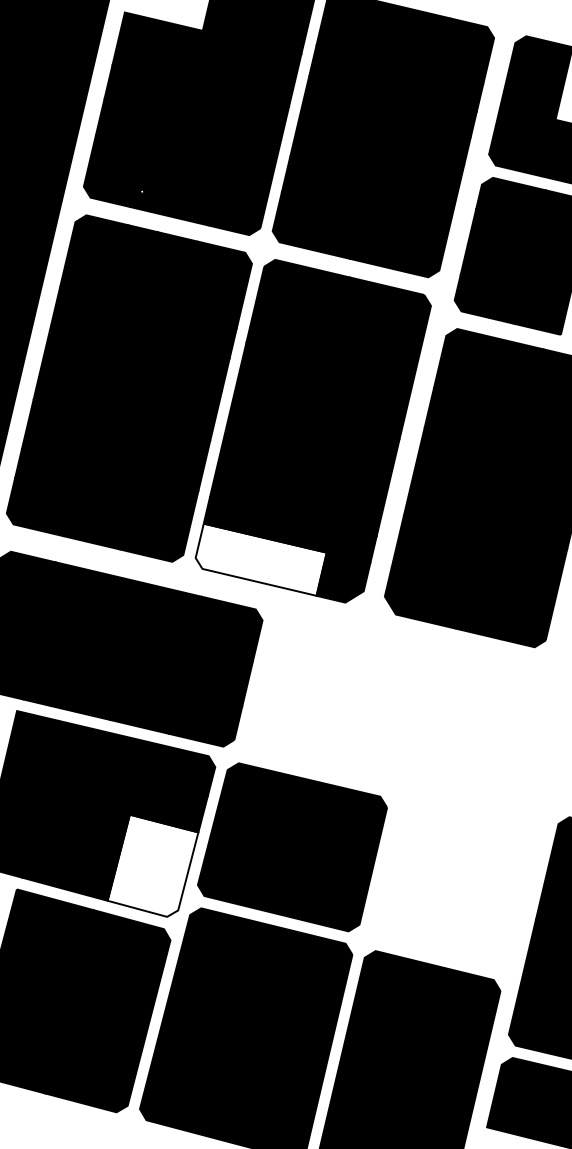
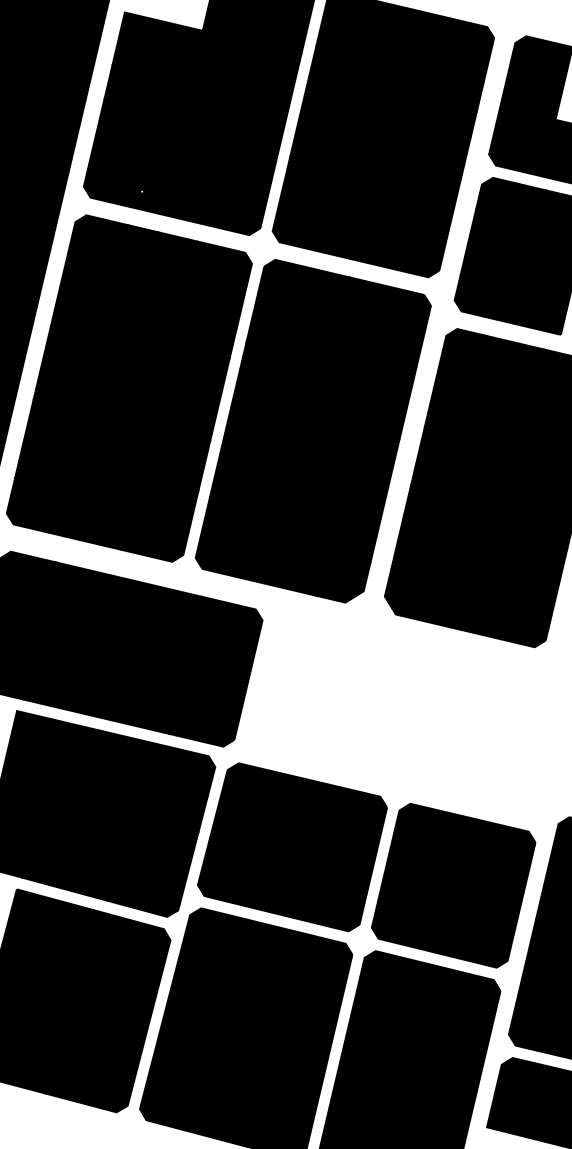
fill at (260, 559): none -> present
fill at (152, 865): none -> present
part at (453, 885): none -> present
